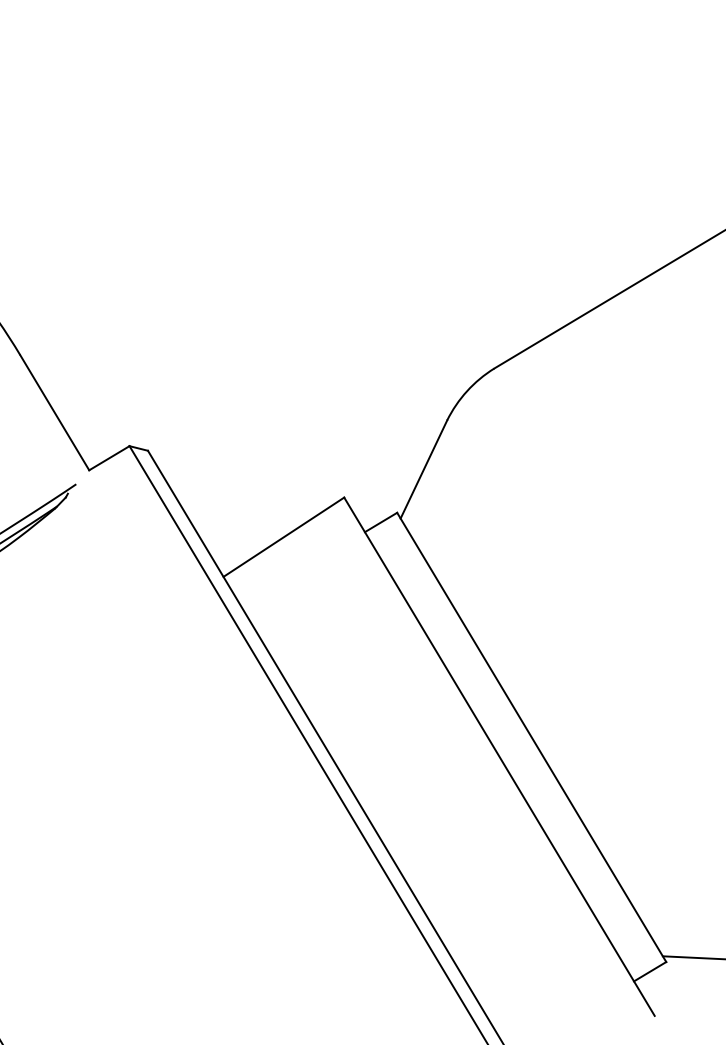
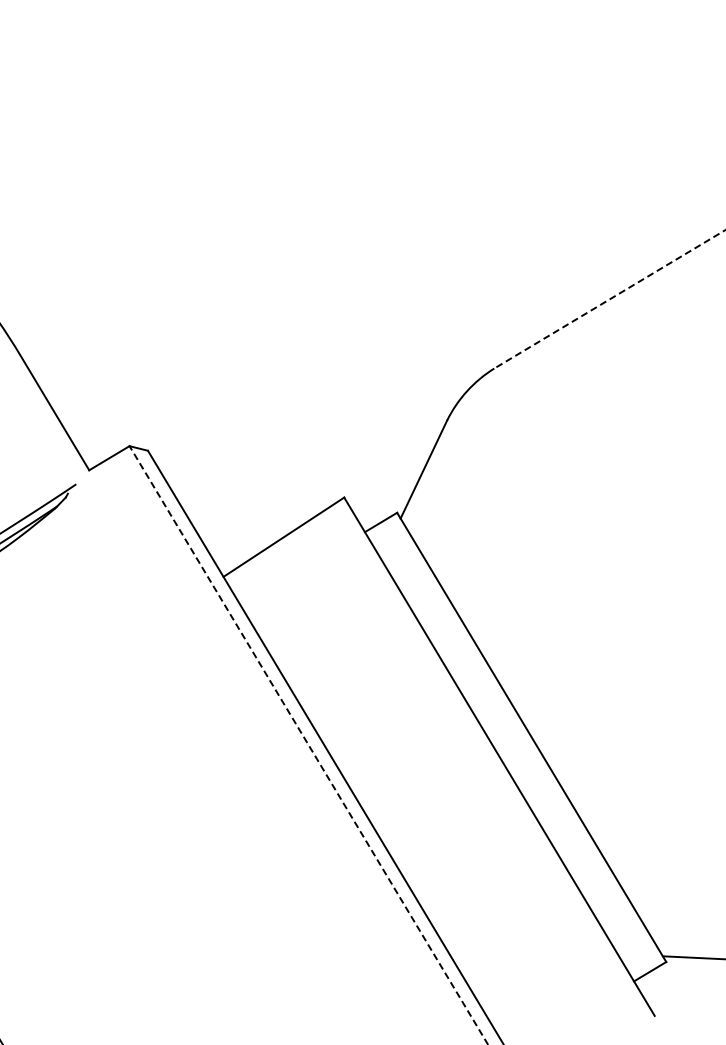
line at (610, 299): solid -> dashed
line at (308, 745): solid -> dashed
